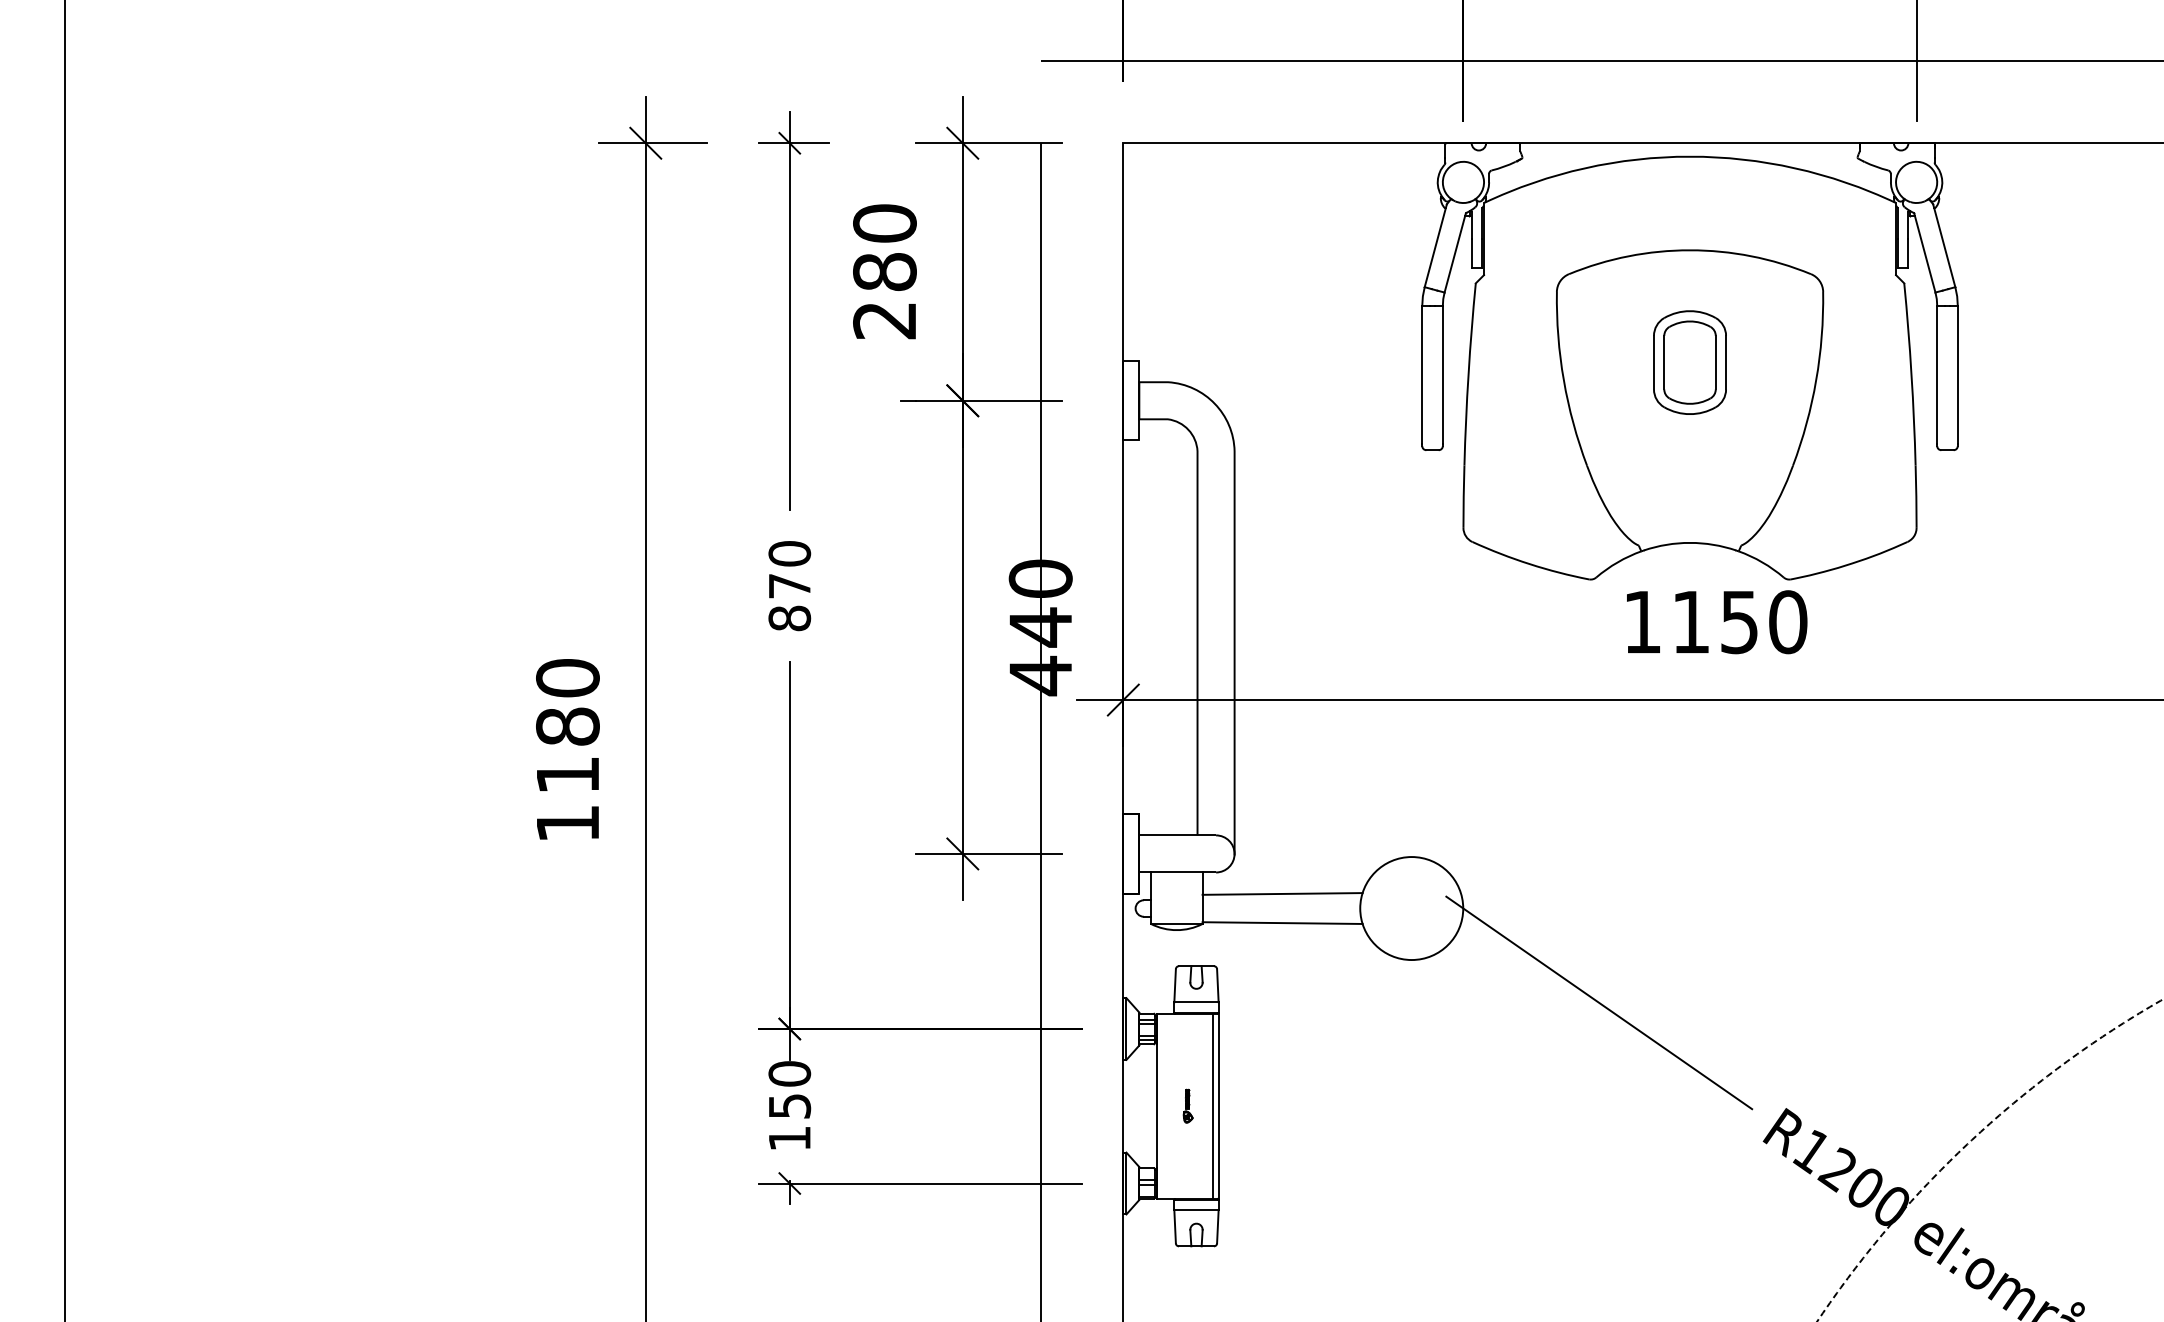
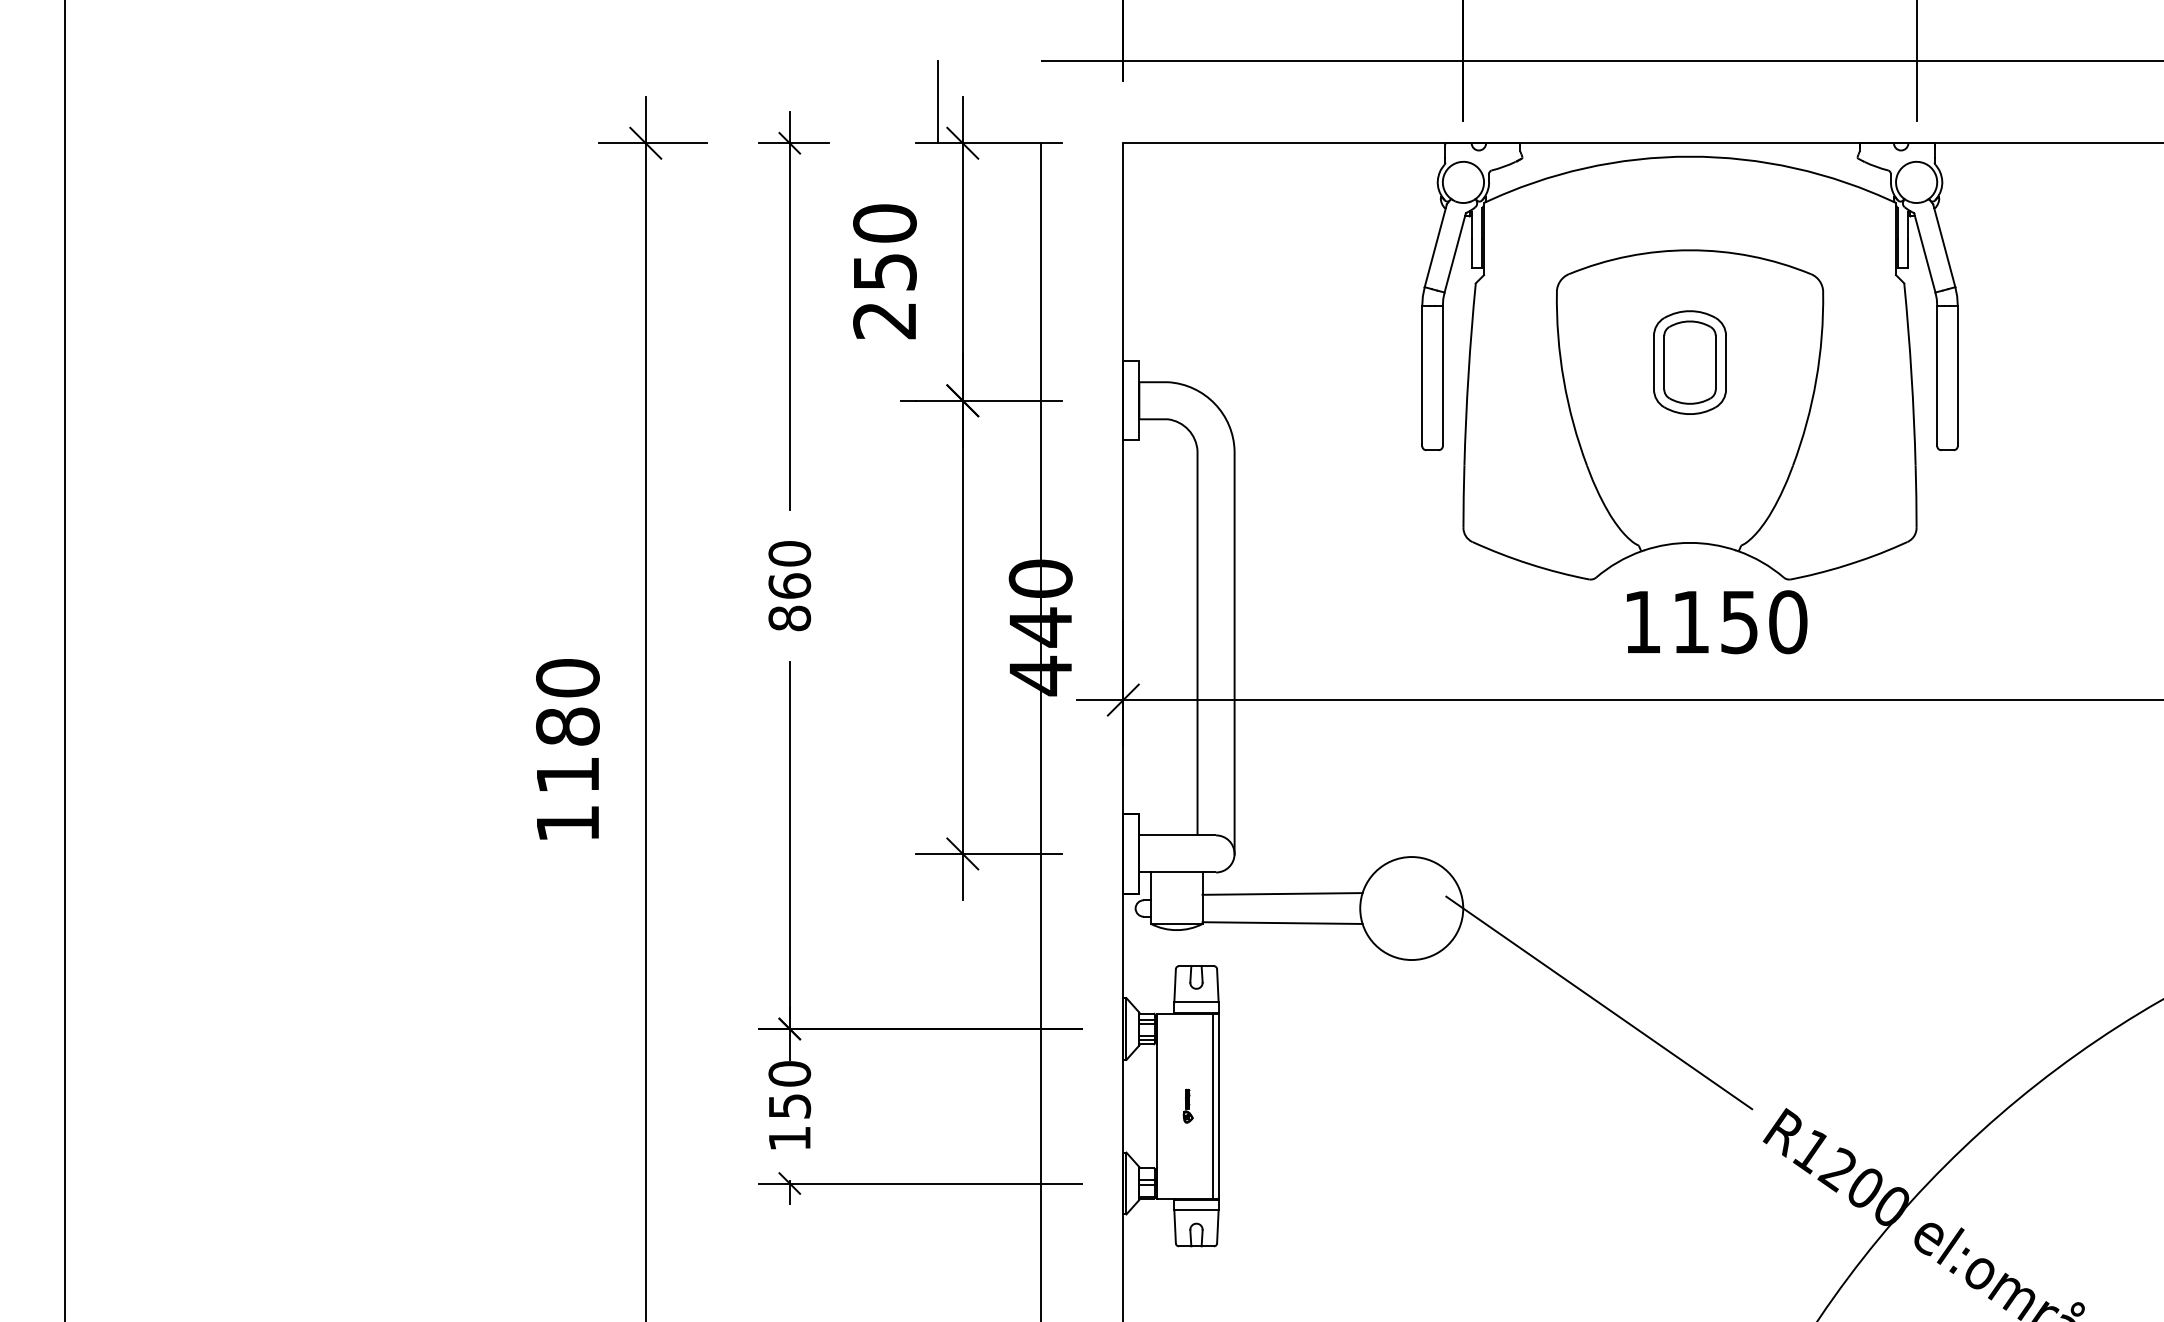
line at (937, 101): none -> present
text at (884, 271): 280 -> 250
text at (789, 585): 870 -> 860
circle at (1990, 1160): dashed -> solid
